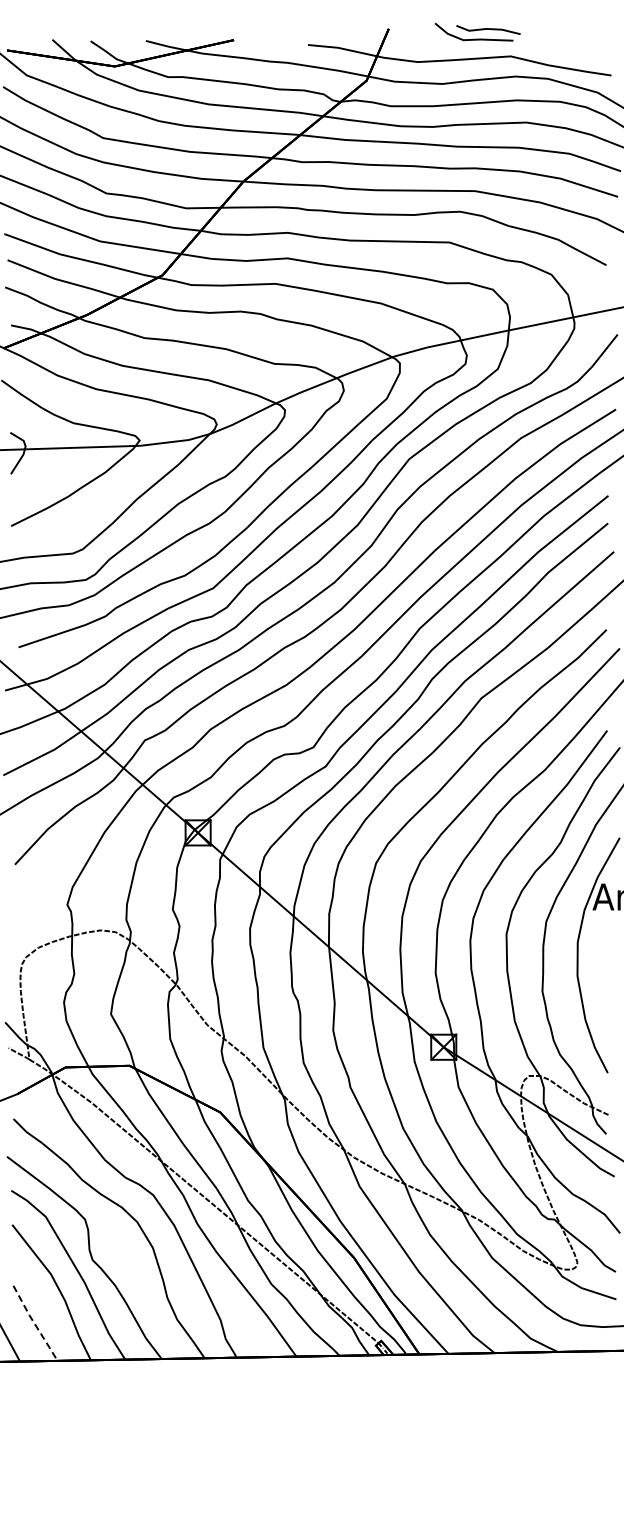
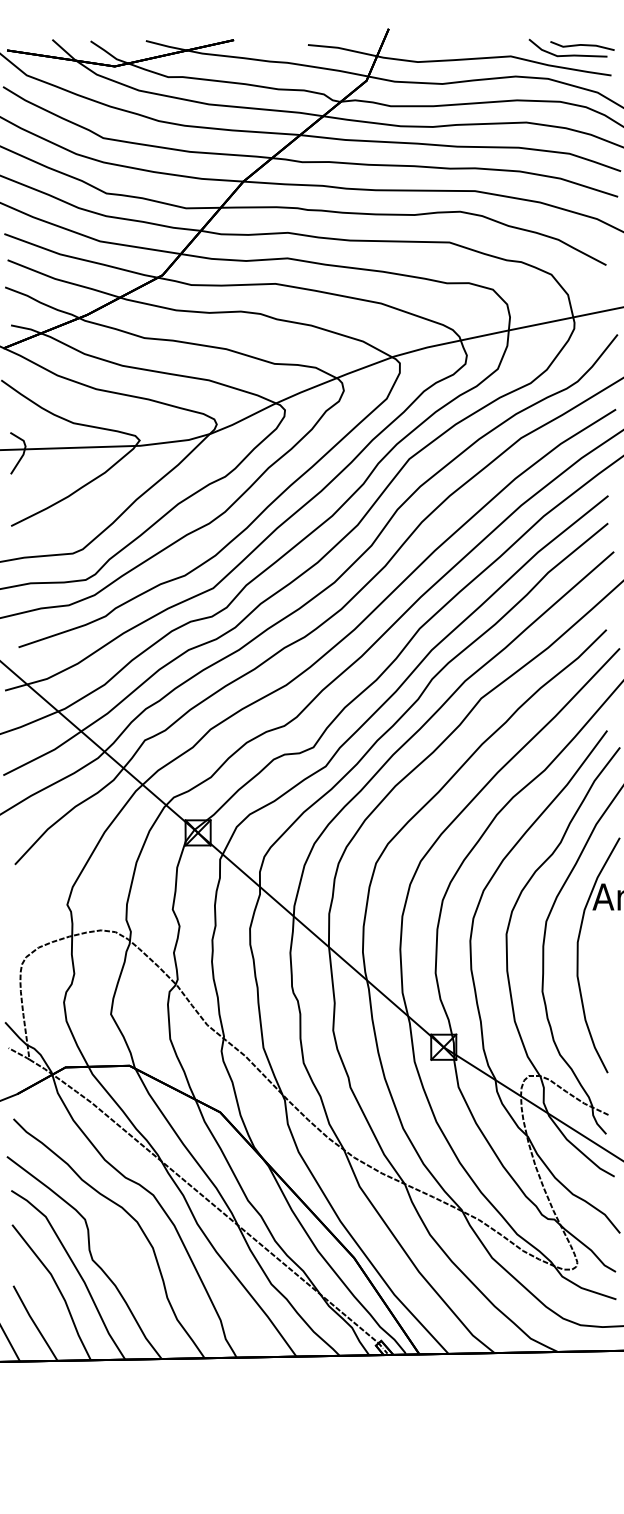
part at (477, 31) position: (477, 31) -> (571, 47)
line at (34, 1324): dashed -> solid
